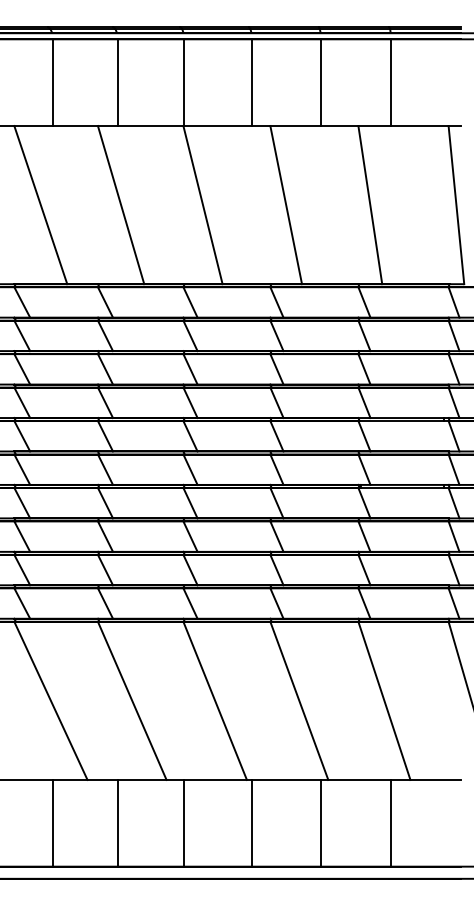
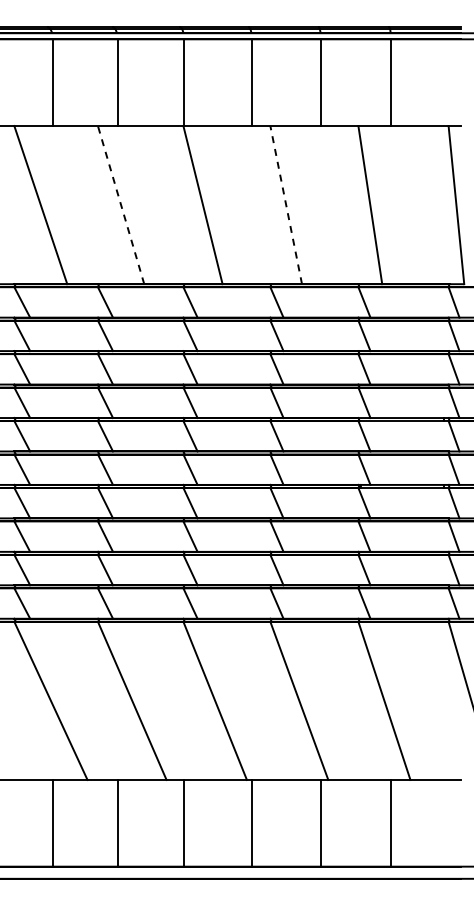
line at (120, 204): solid -> dashed
line at (286, 205): solid -> dashed
